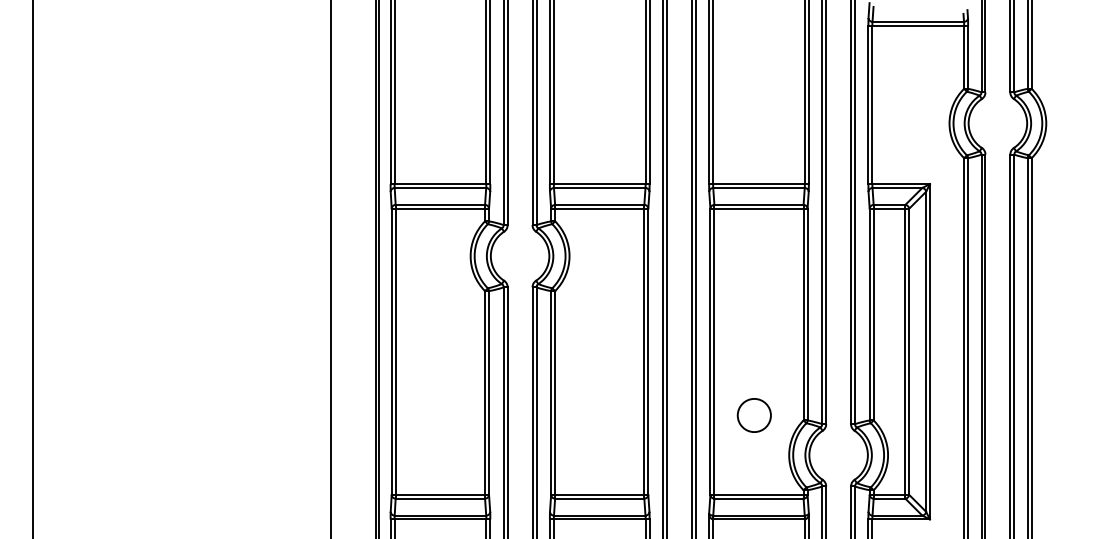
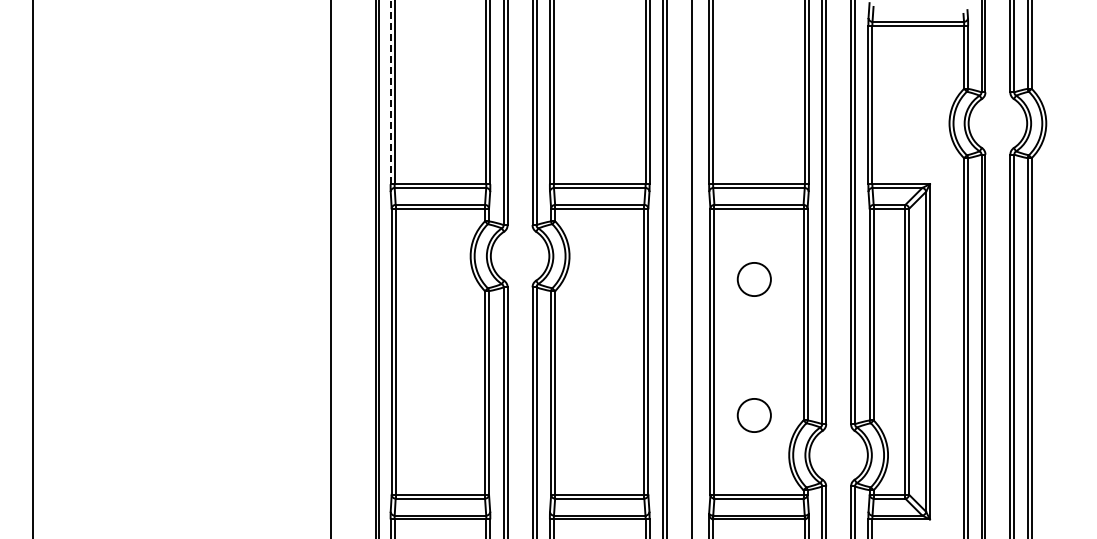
line at (390, 92): solid -> dashed
line at (695, 268): present -> none
circle at (753, 279): none -> present
